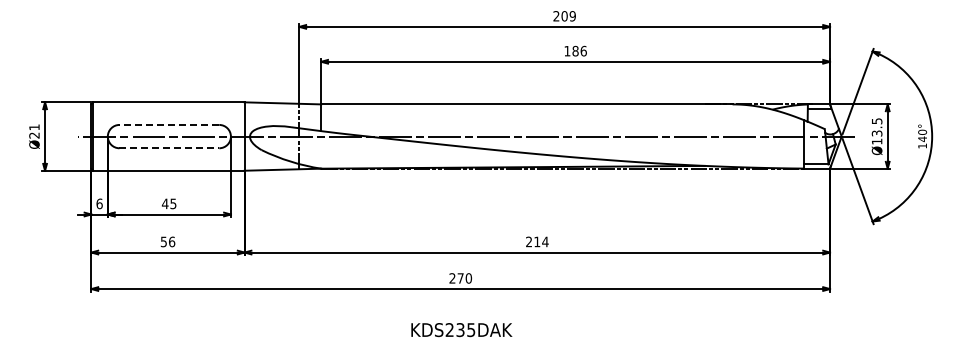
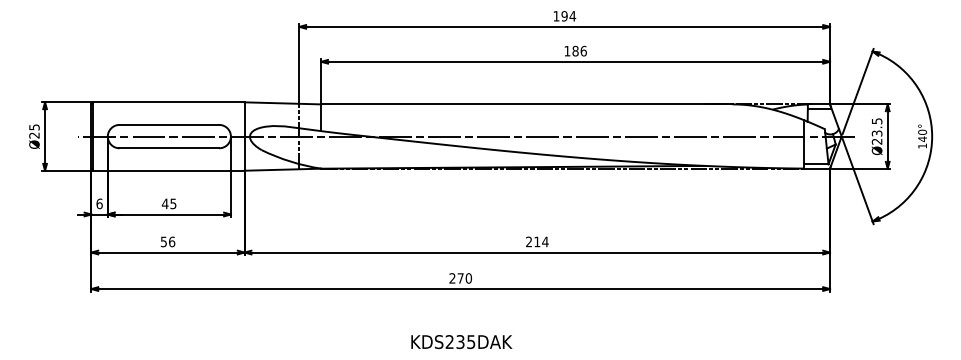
text at (564, 16): 209 -> 194
line at (169, 124): dashed -> solid
text at (34, 127): Ø21 -> Ø25
text at (876, 141): Ø13.5 -> Ø23.5
line at (169, 148): dashed -> solid
text at (461, 330) position: (461, 330) -> (461, 342)
